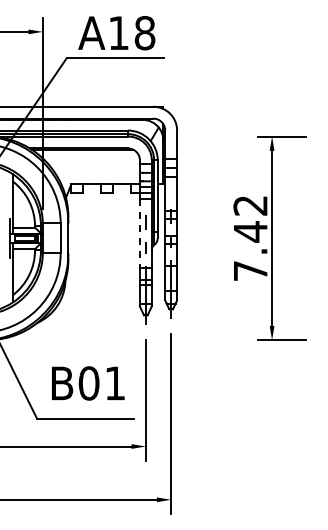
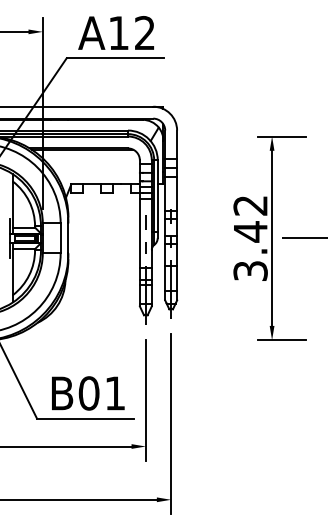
text at (144, 33): A18 -> A12
line at (139, 234): dashed -> solid
line at (303, 238): none -> present
text at (250, 270): 7.42 -> 3.42
text at (88, 383) position: (88, 383) -> (88, 393)
